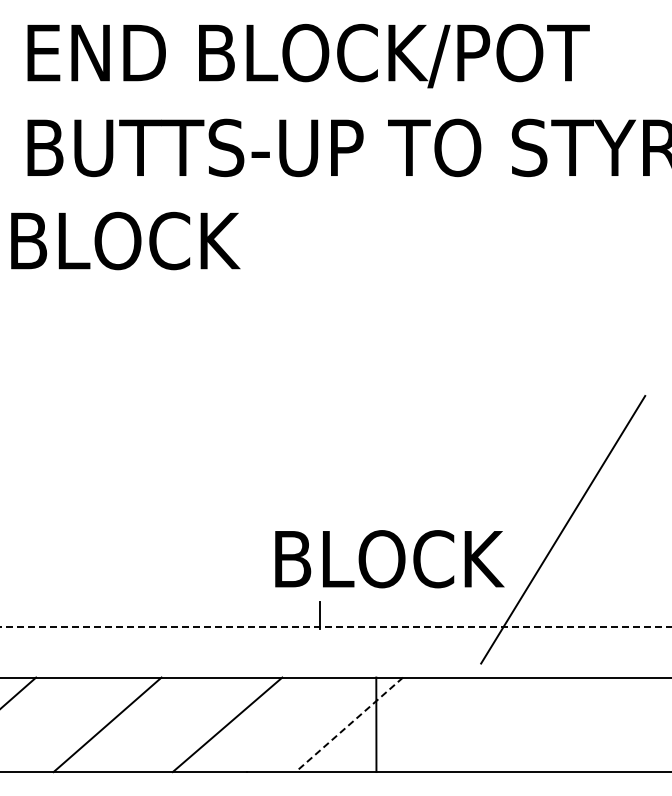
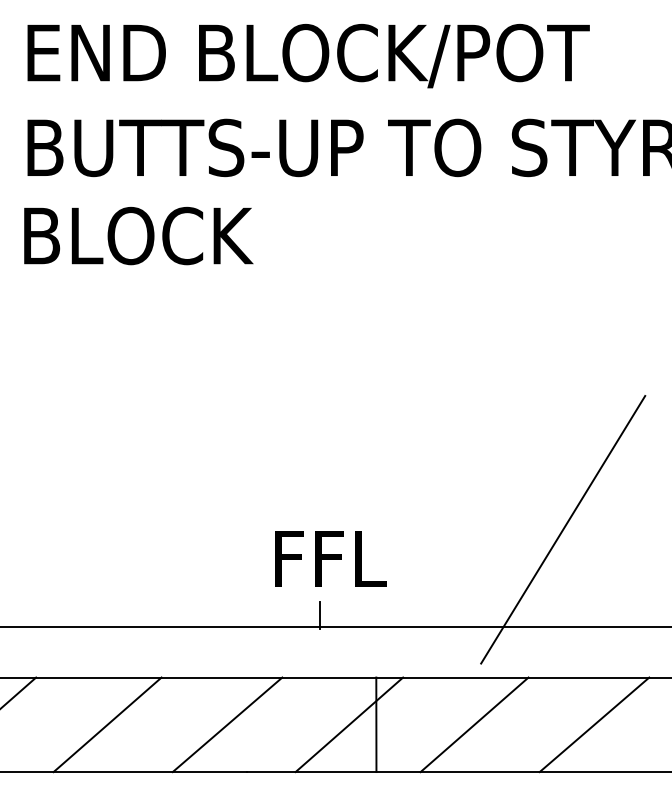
text at (125, 240) position: (125, 240) -> (138, 235)
text at (389, 559): BLOCK -> FFL
line at (336, 626): dashed -> solid
line at (349, 724): dashed -> solid
line at (474, 724): none -> present
line at (594, 724): none -> present
